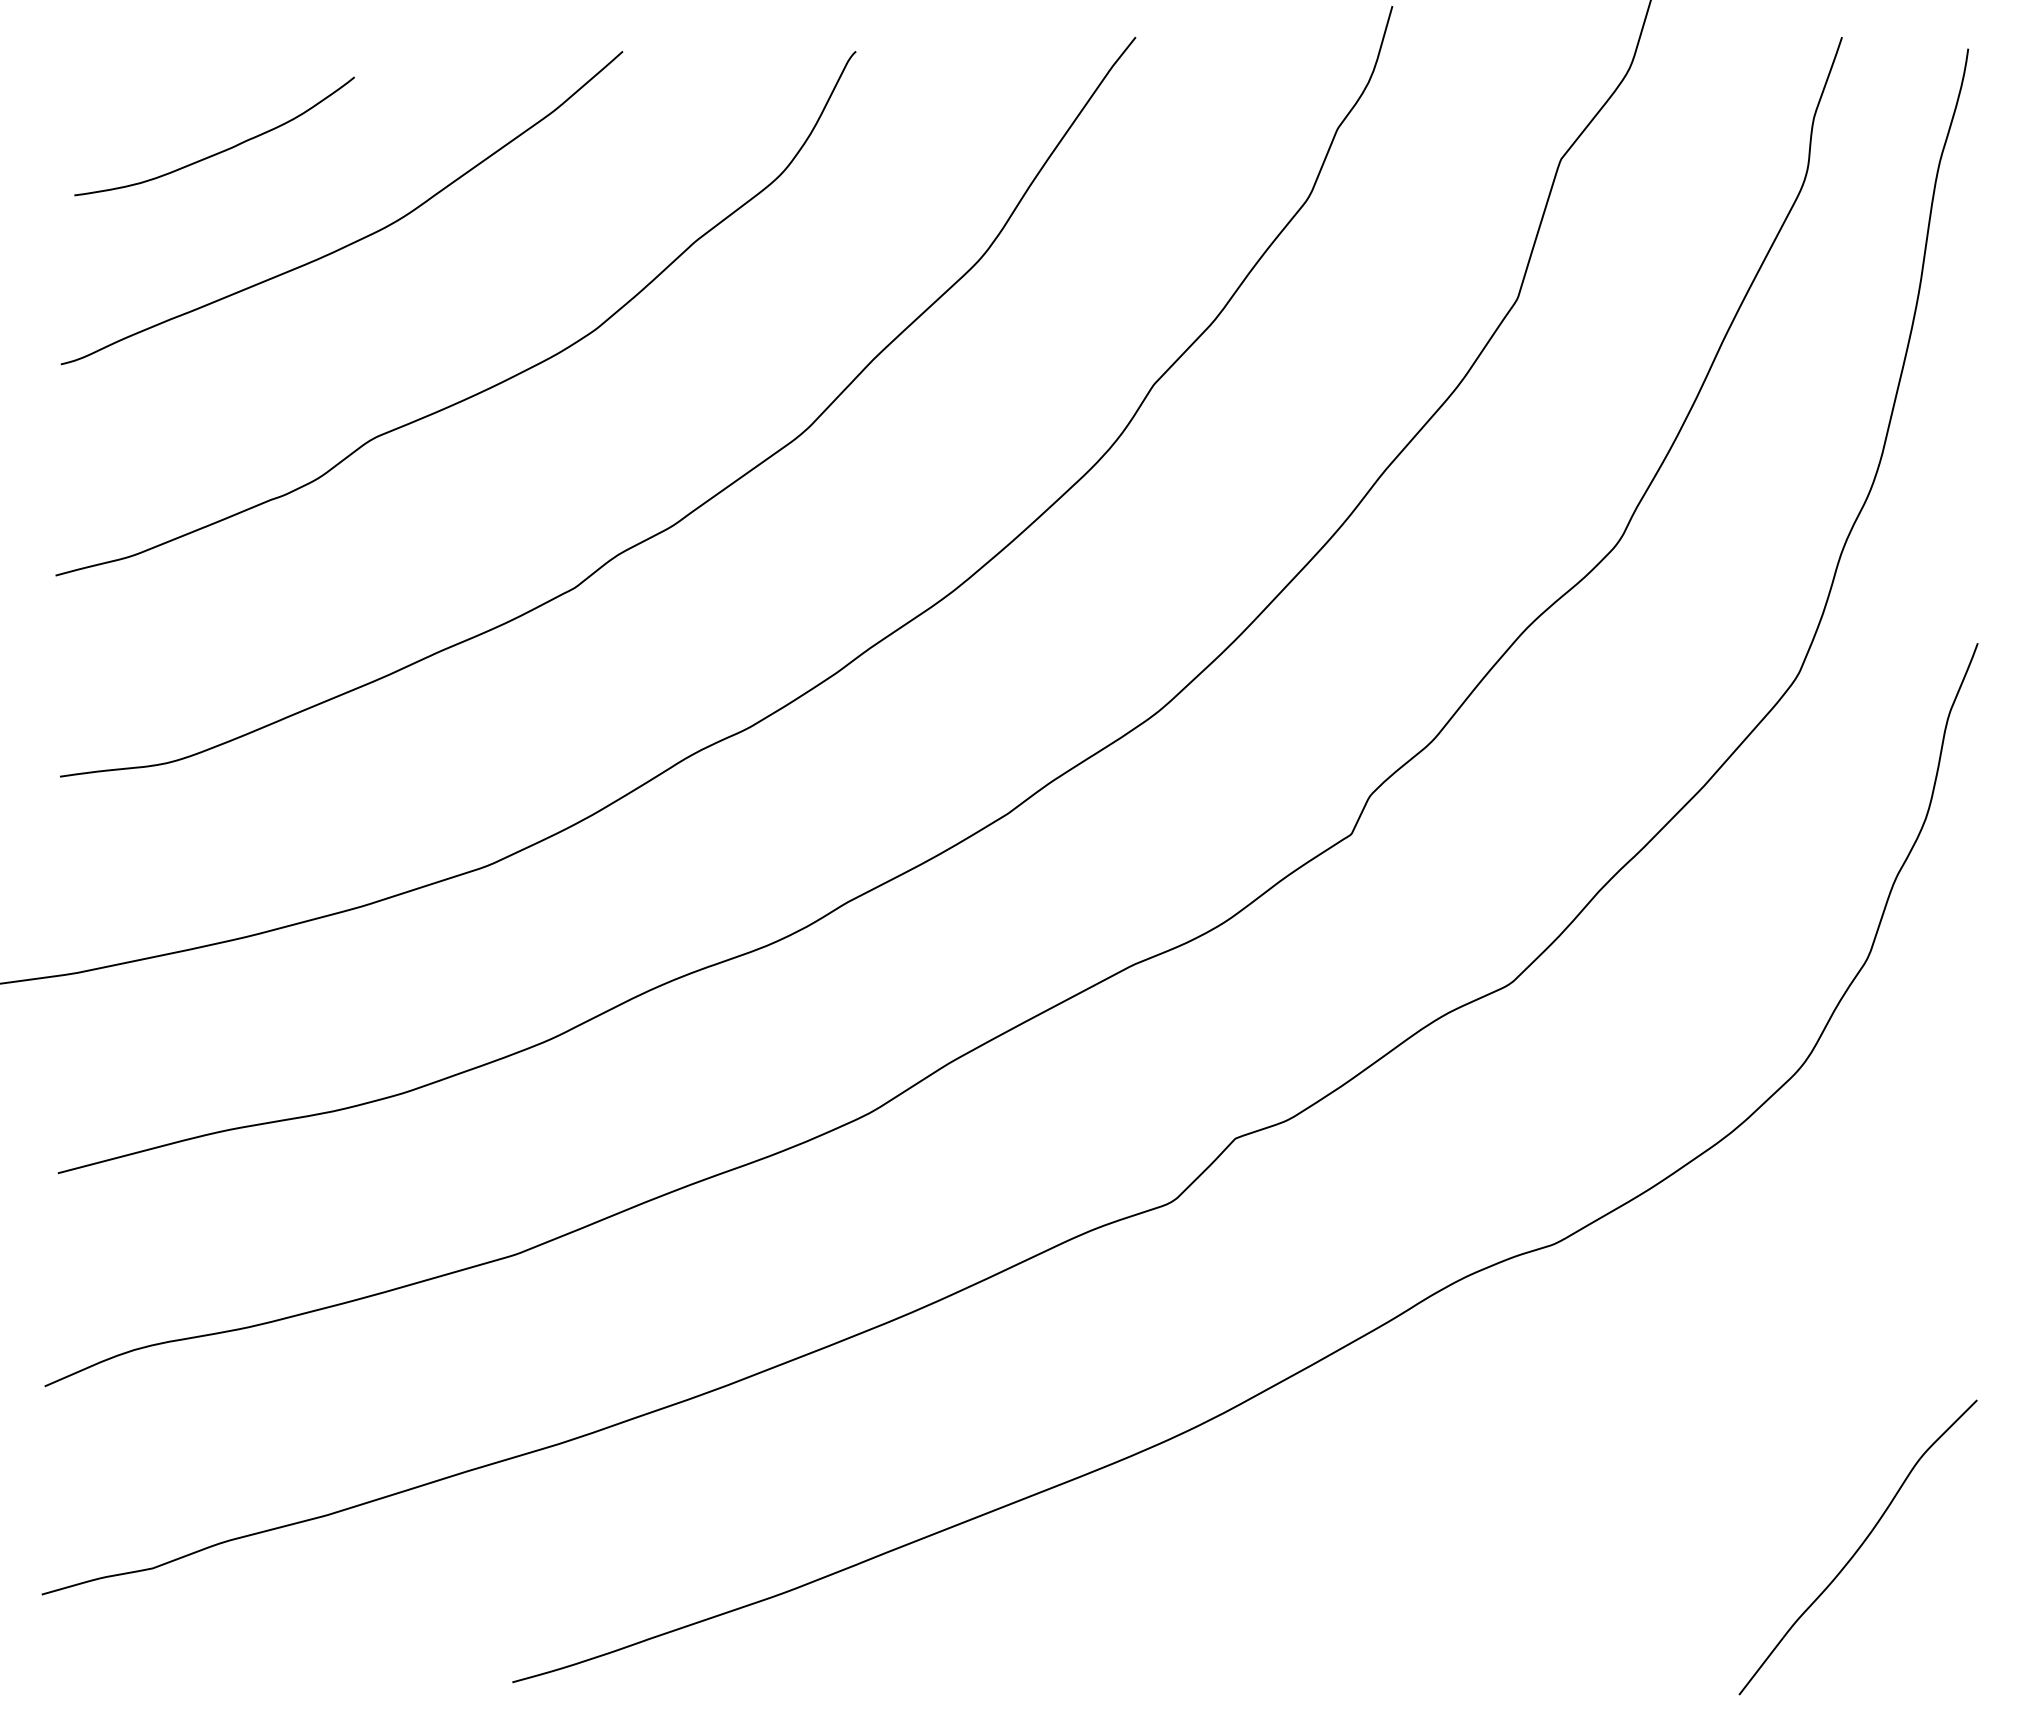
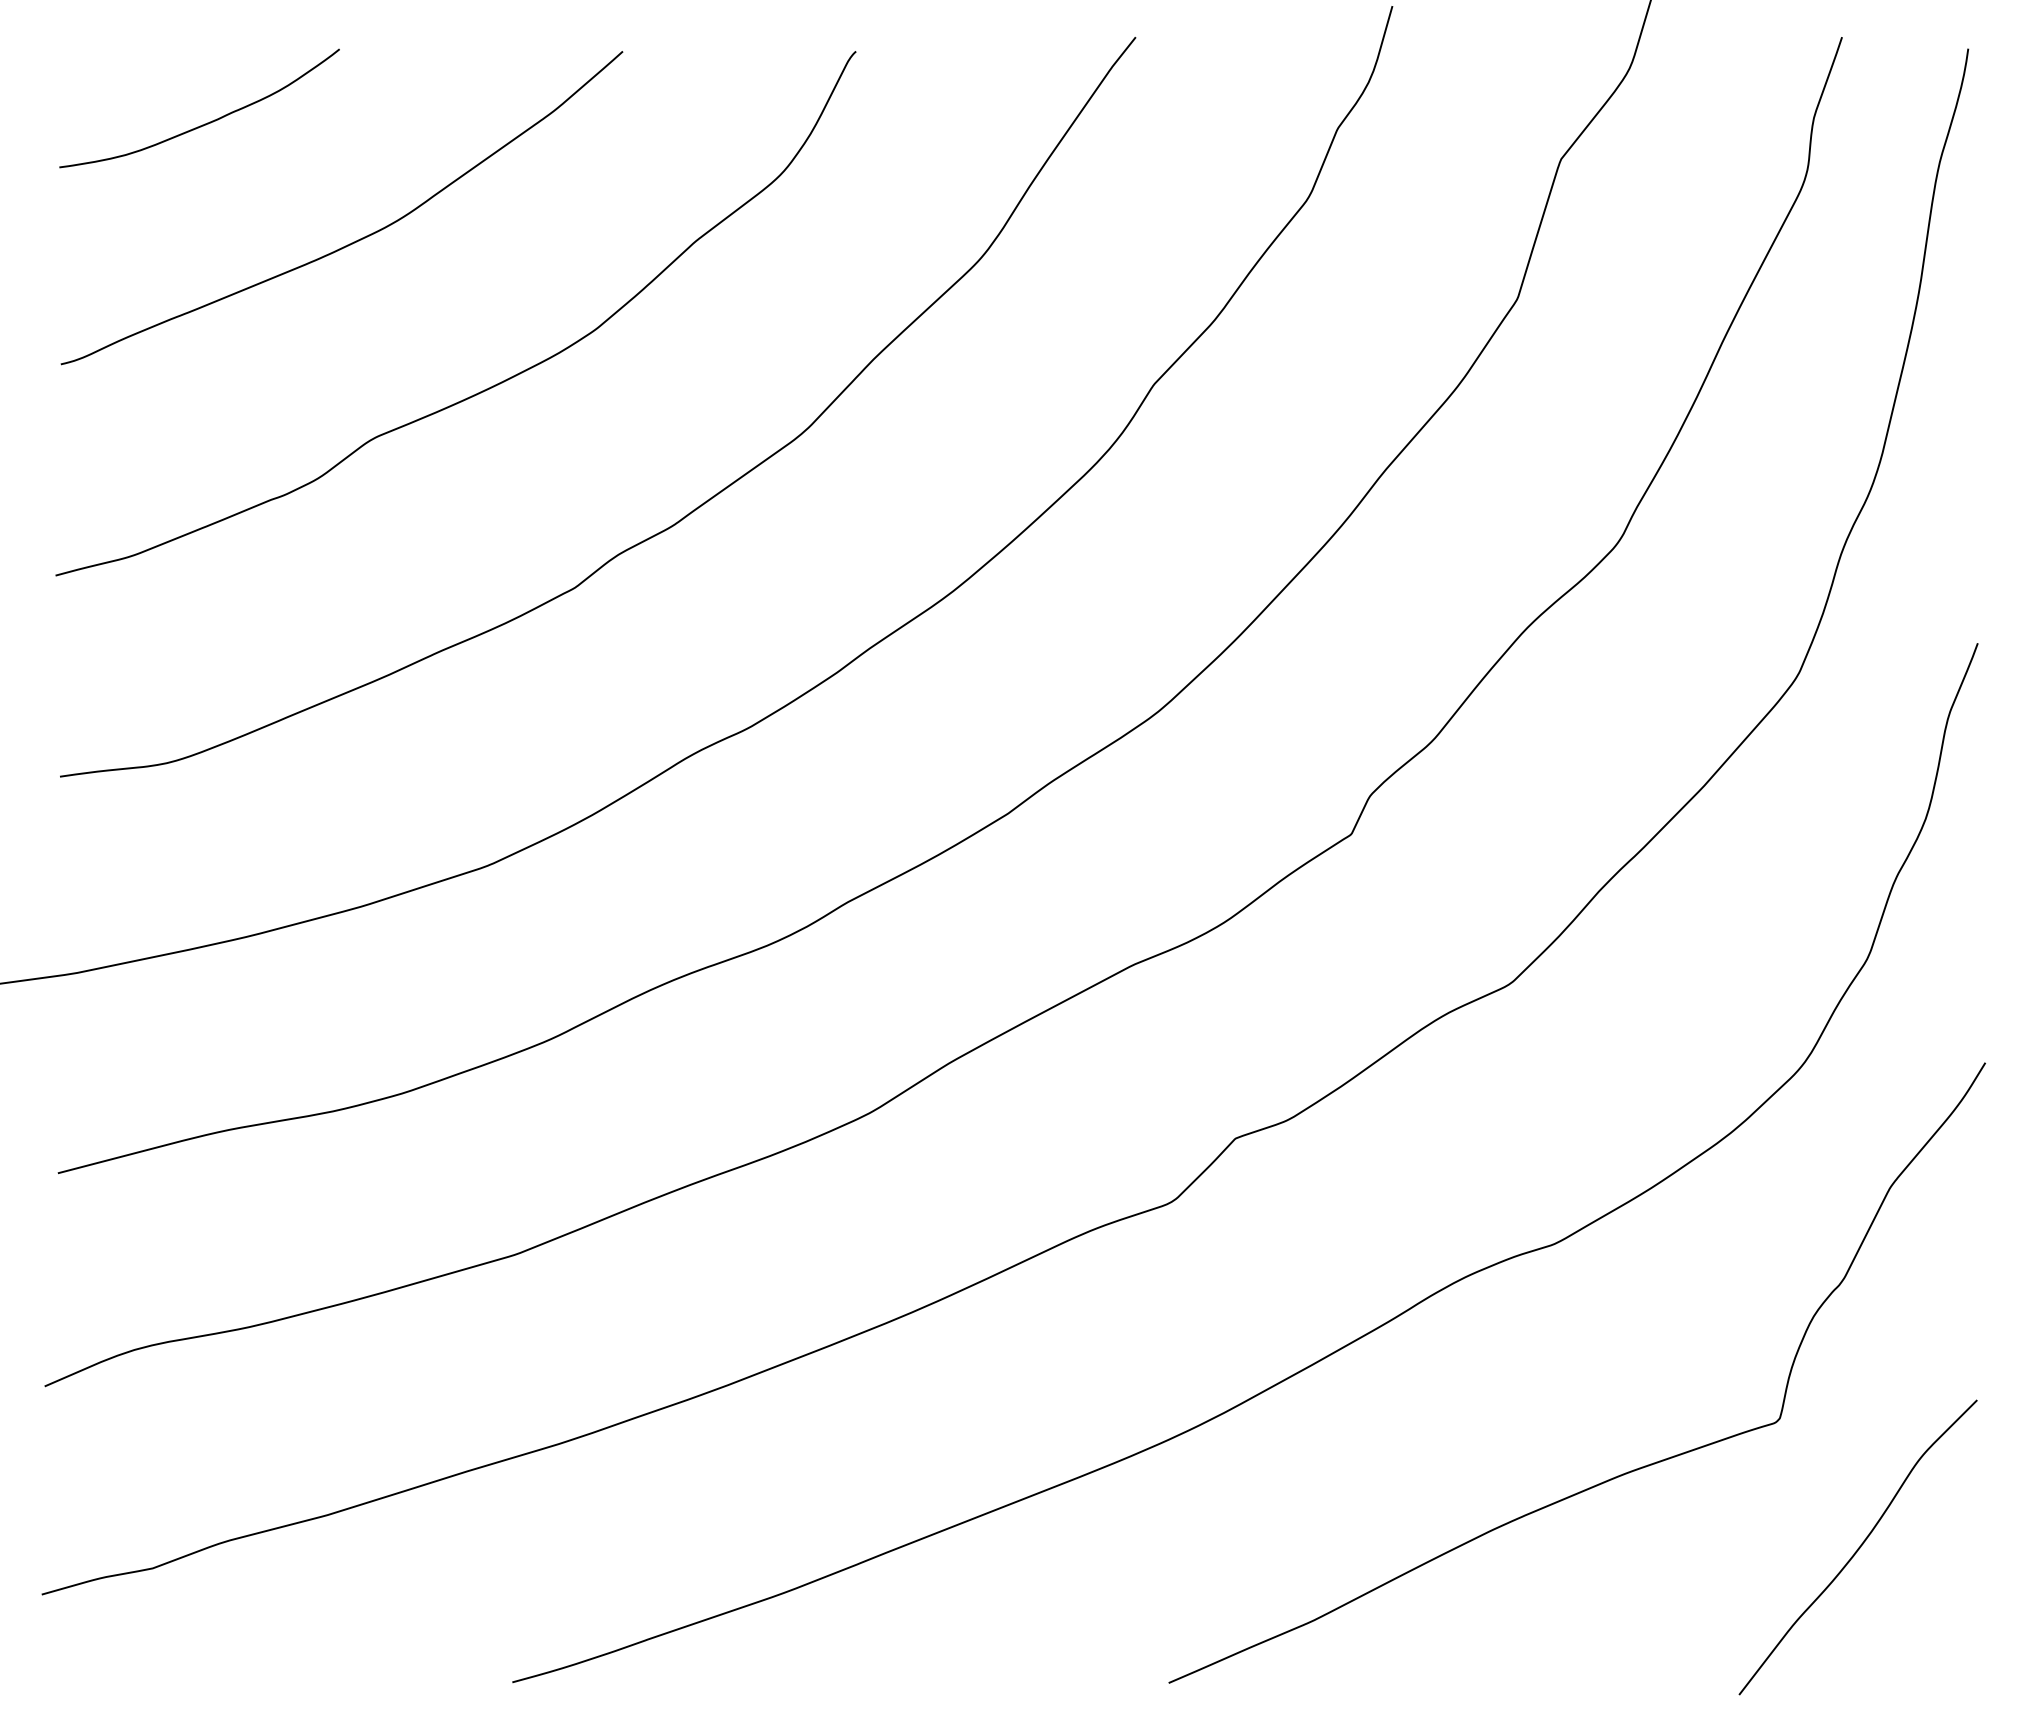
curve at (219, 151) position: (219, 151) -> (204, 123)
curve at (1617, 1475): none -> present
